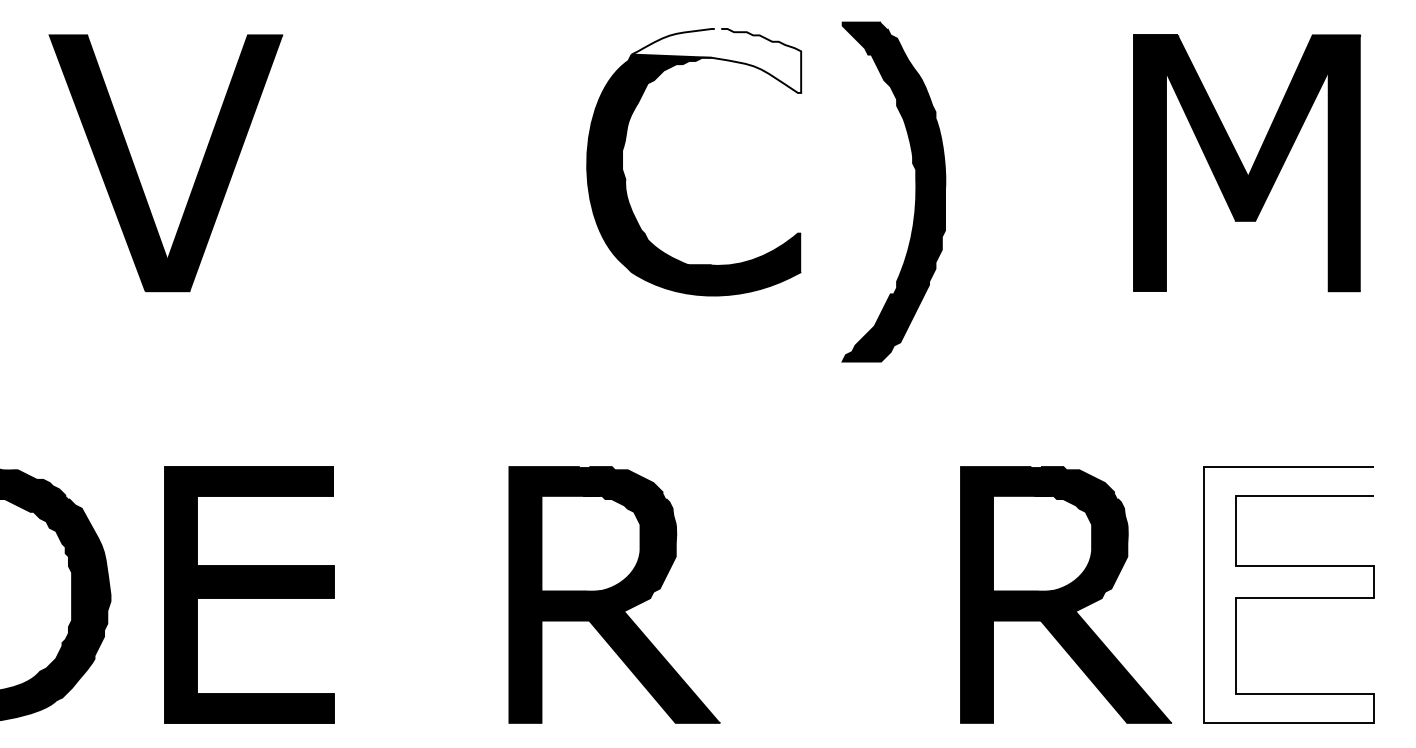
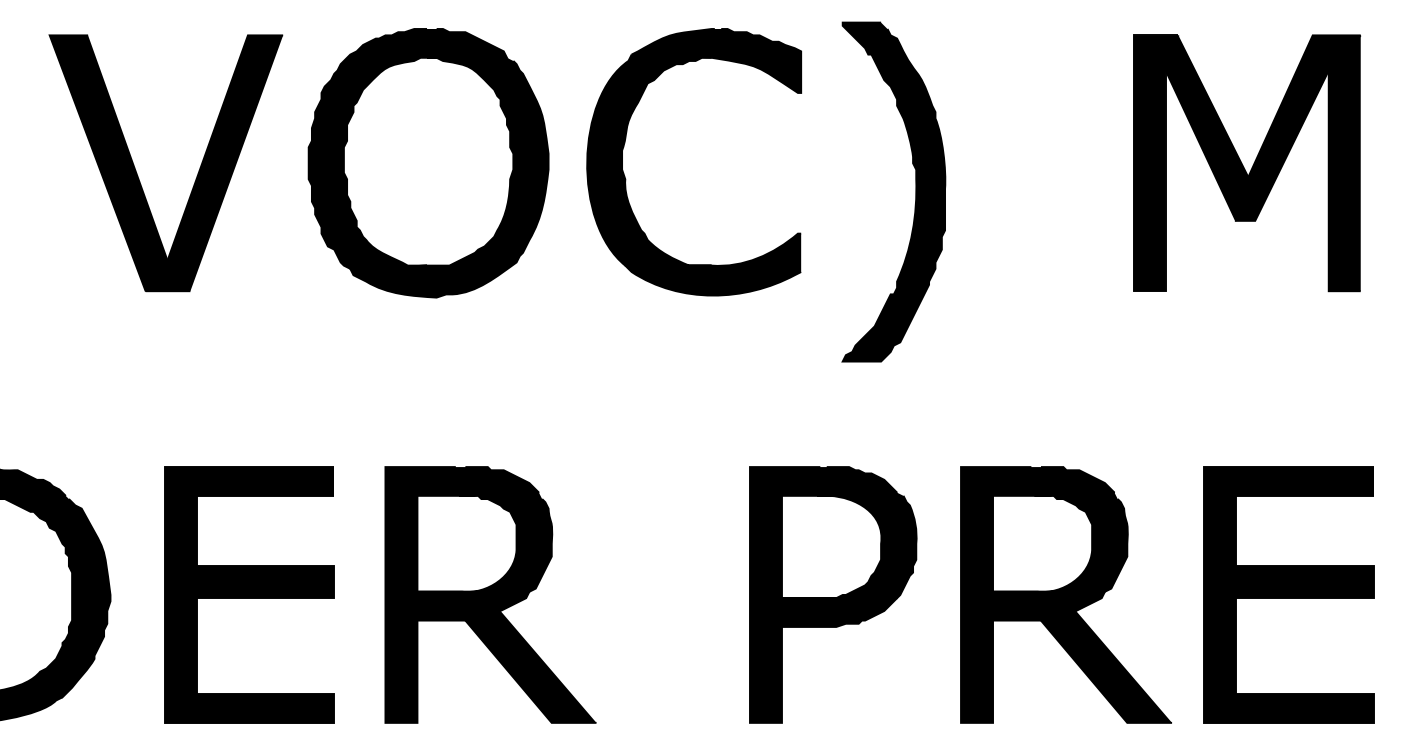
fill at (716, 60): none -> present
part at (428, 163): none -> present
part at (614, 594) position: (614, 594) -> (490, 594)
part at (833, 594): none -> present
fill at (1288, 594): none -> present
